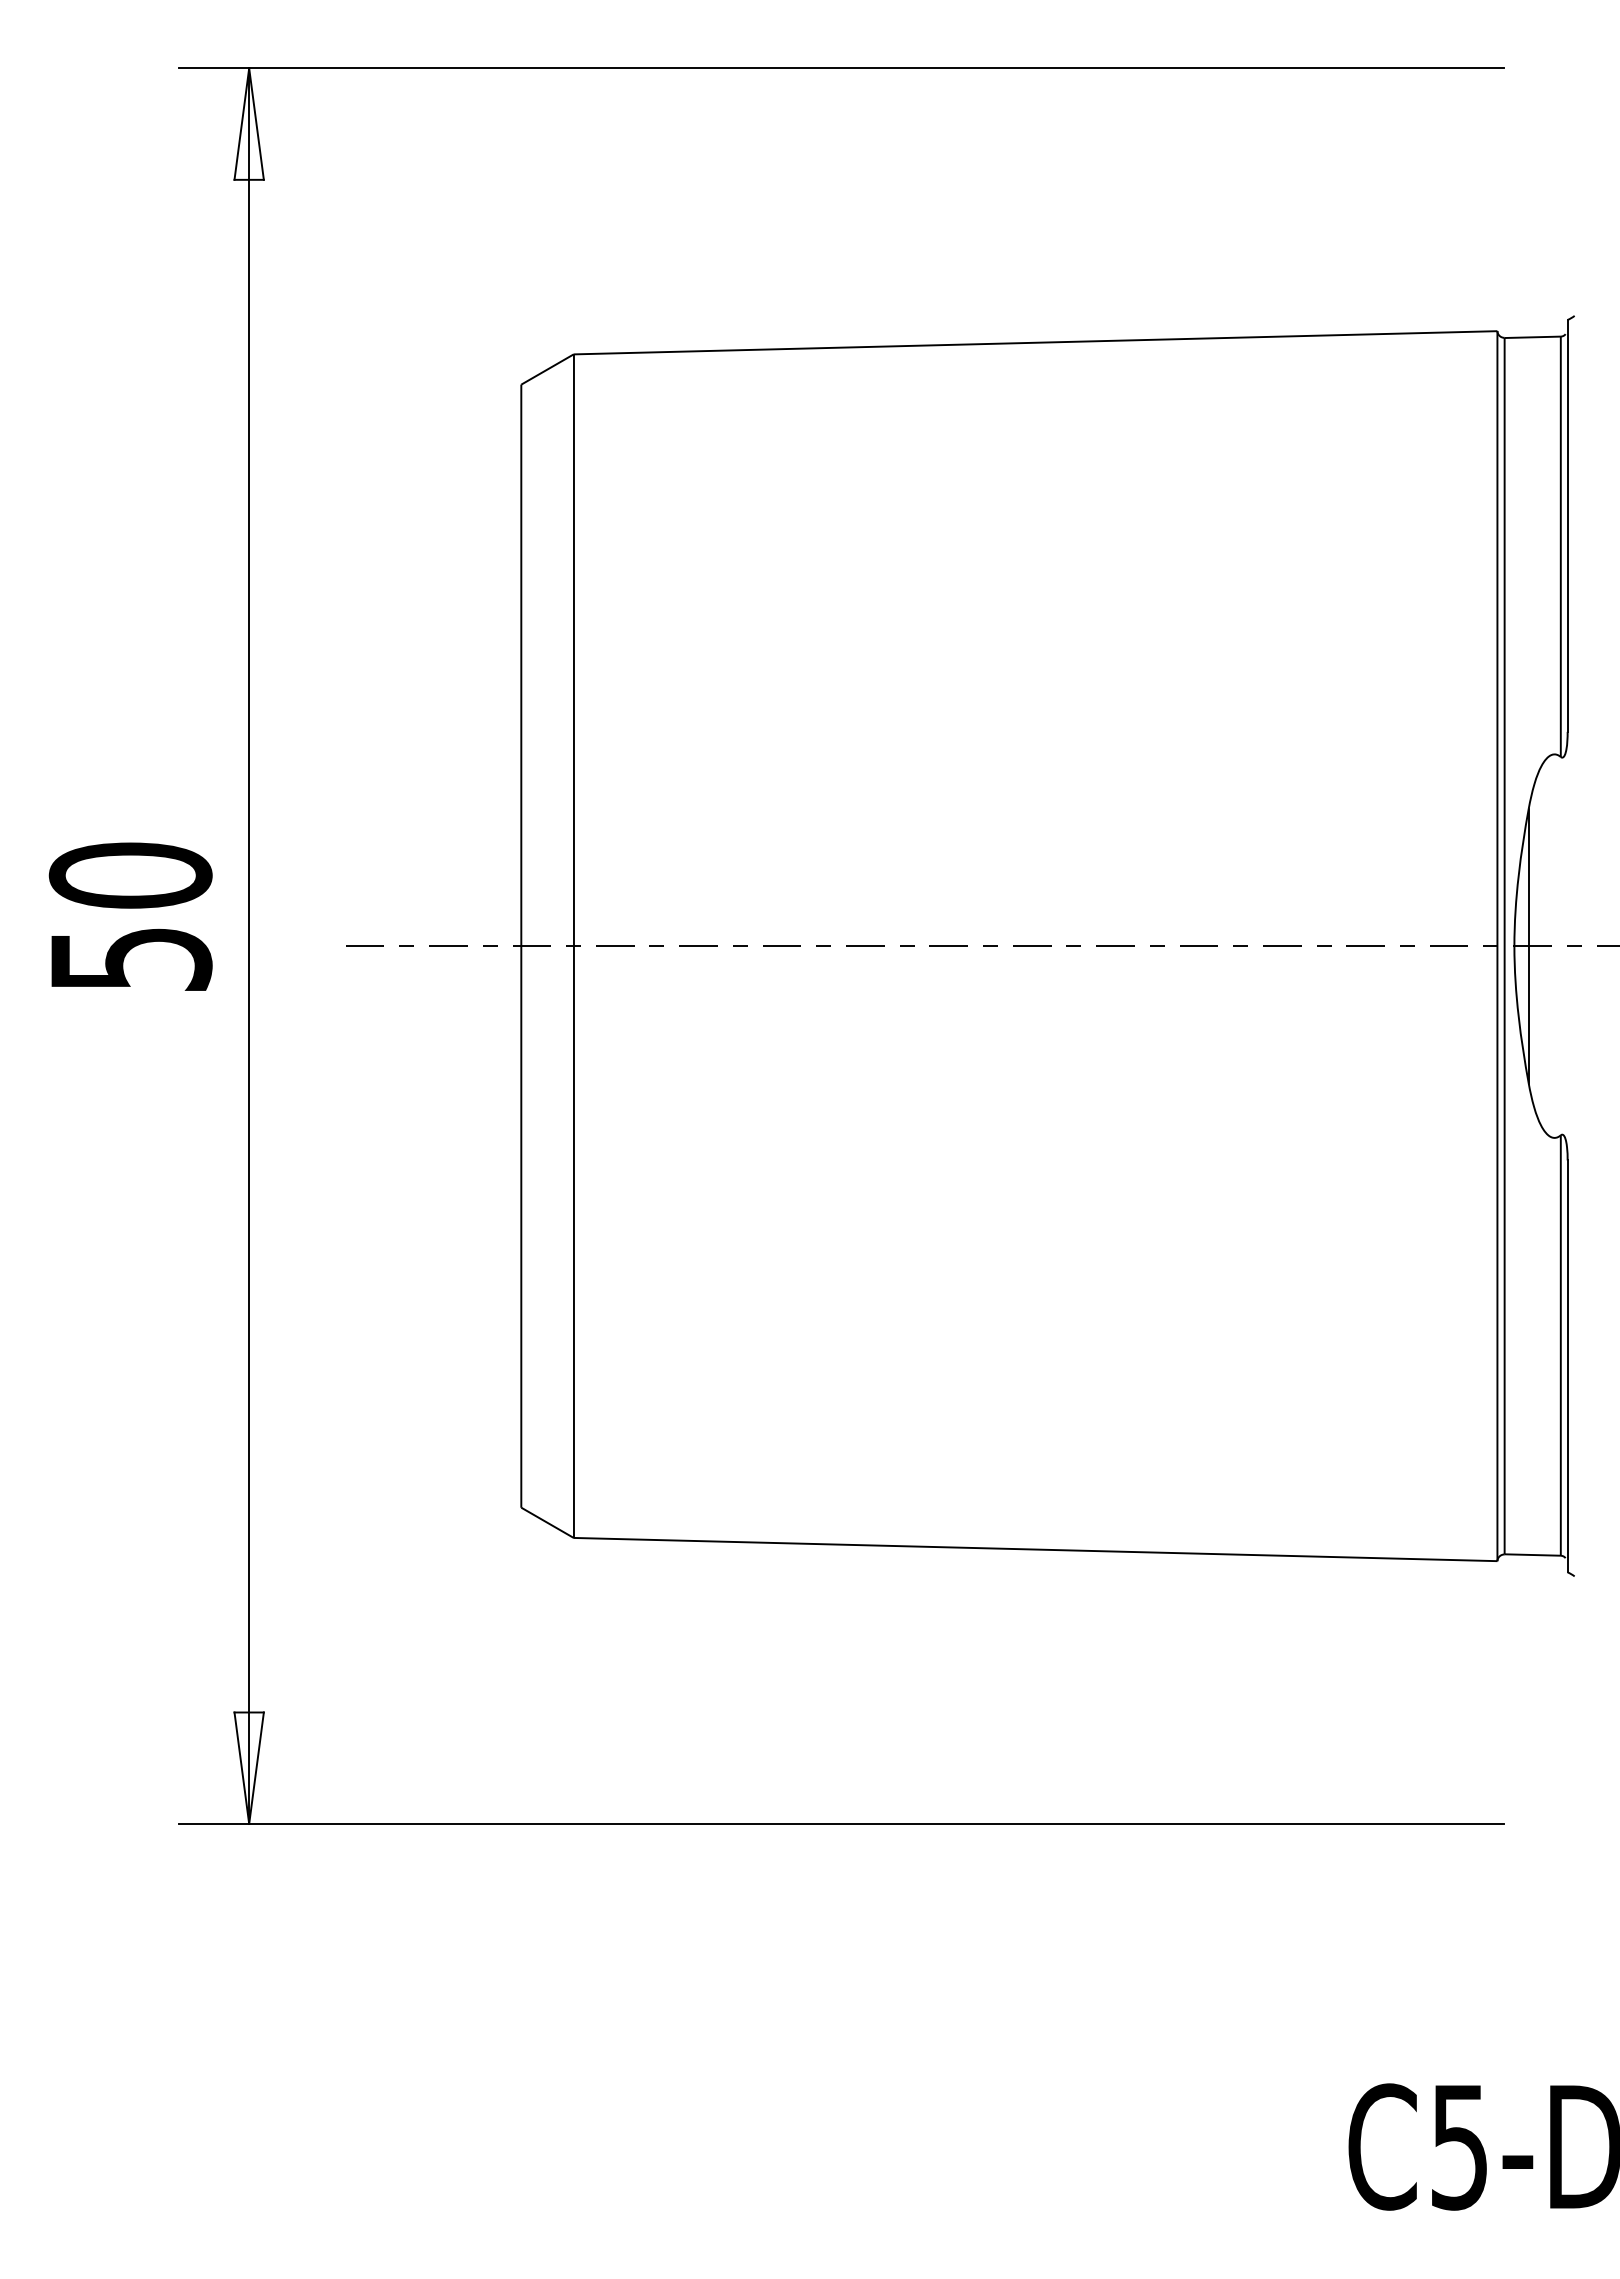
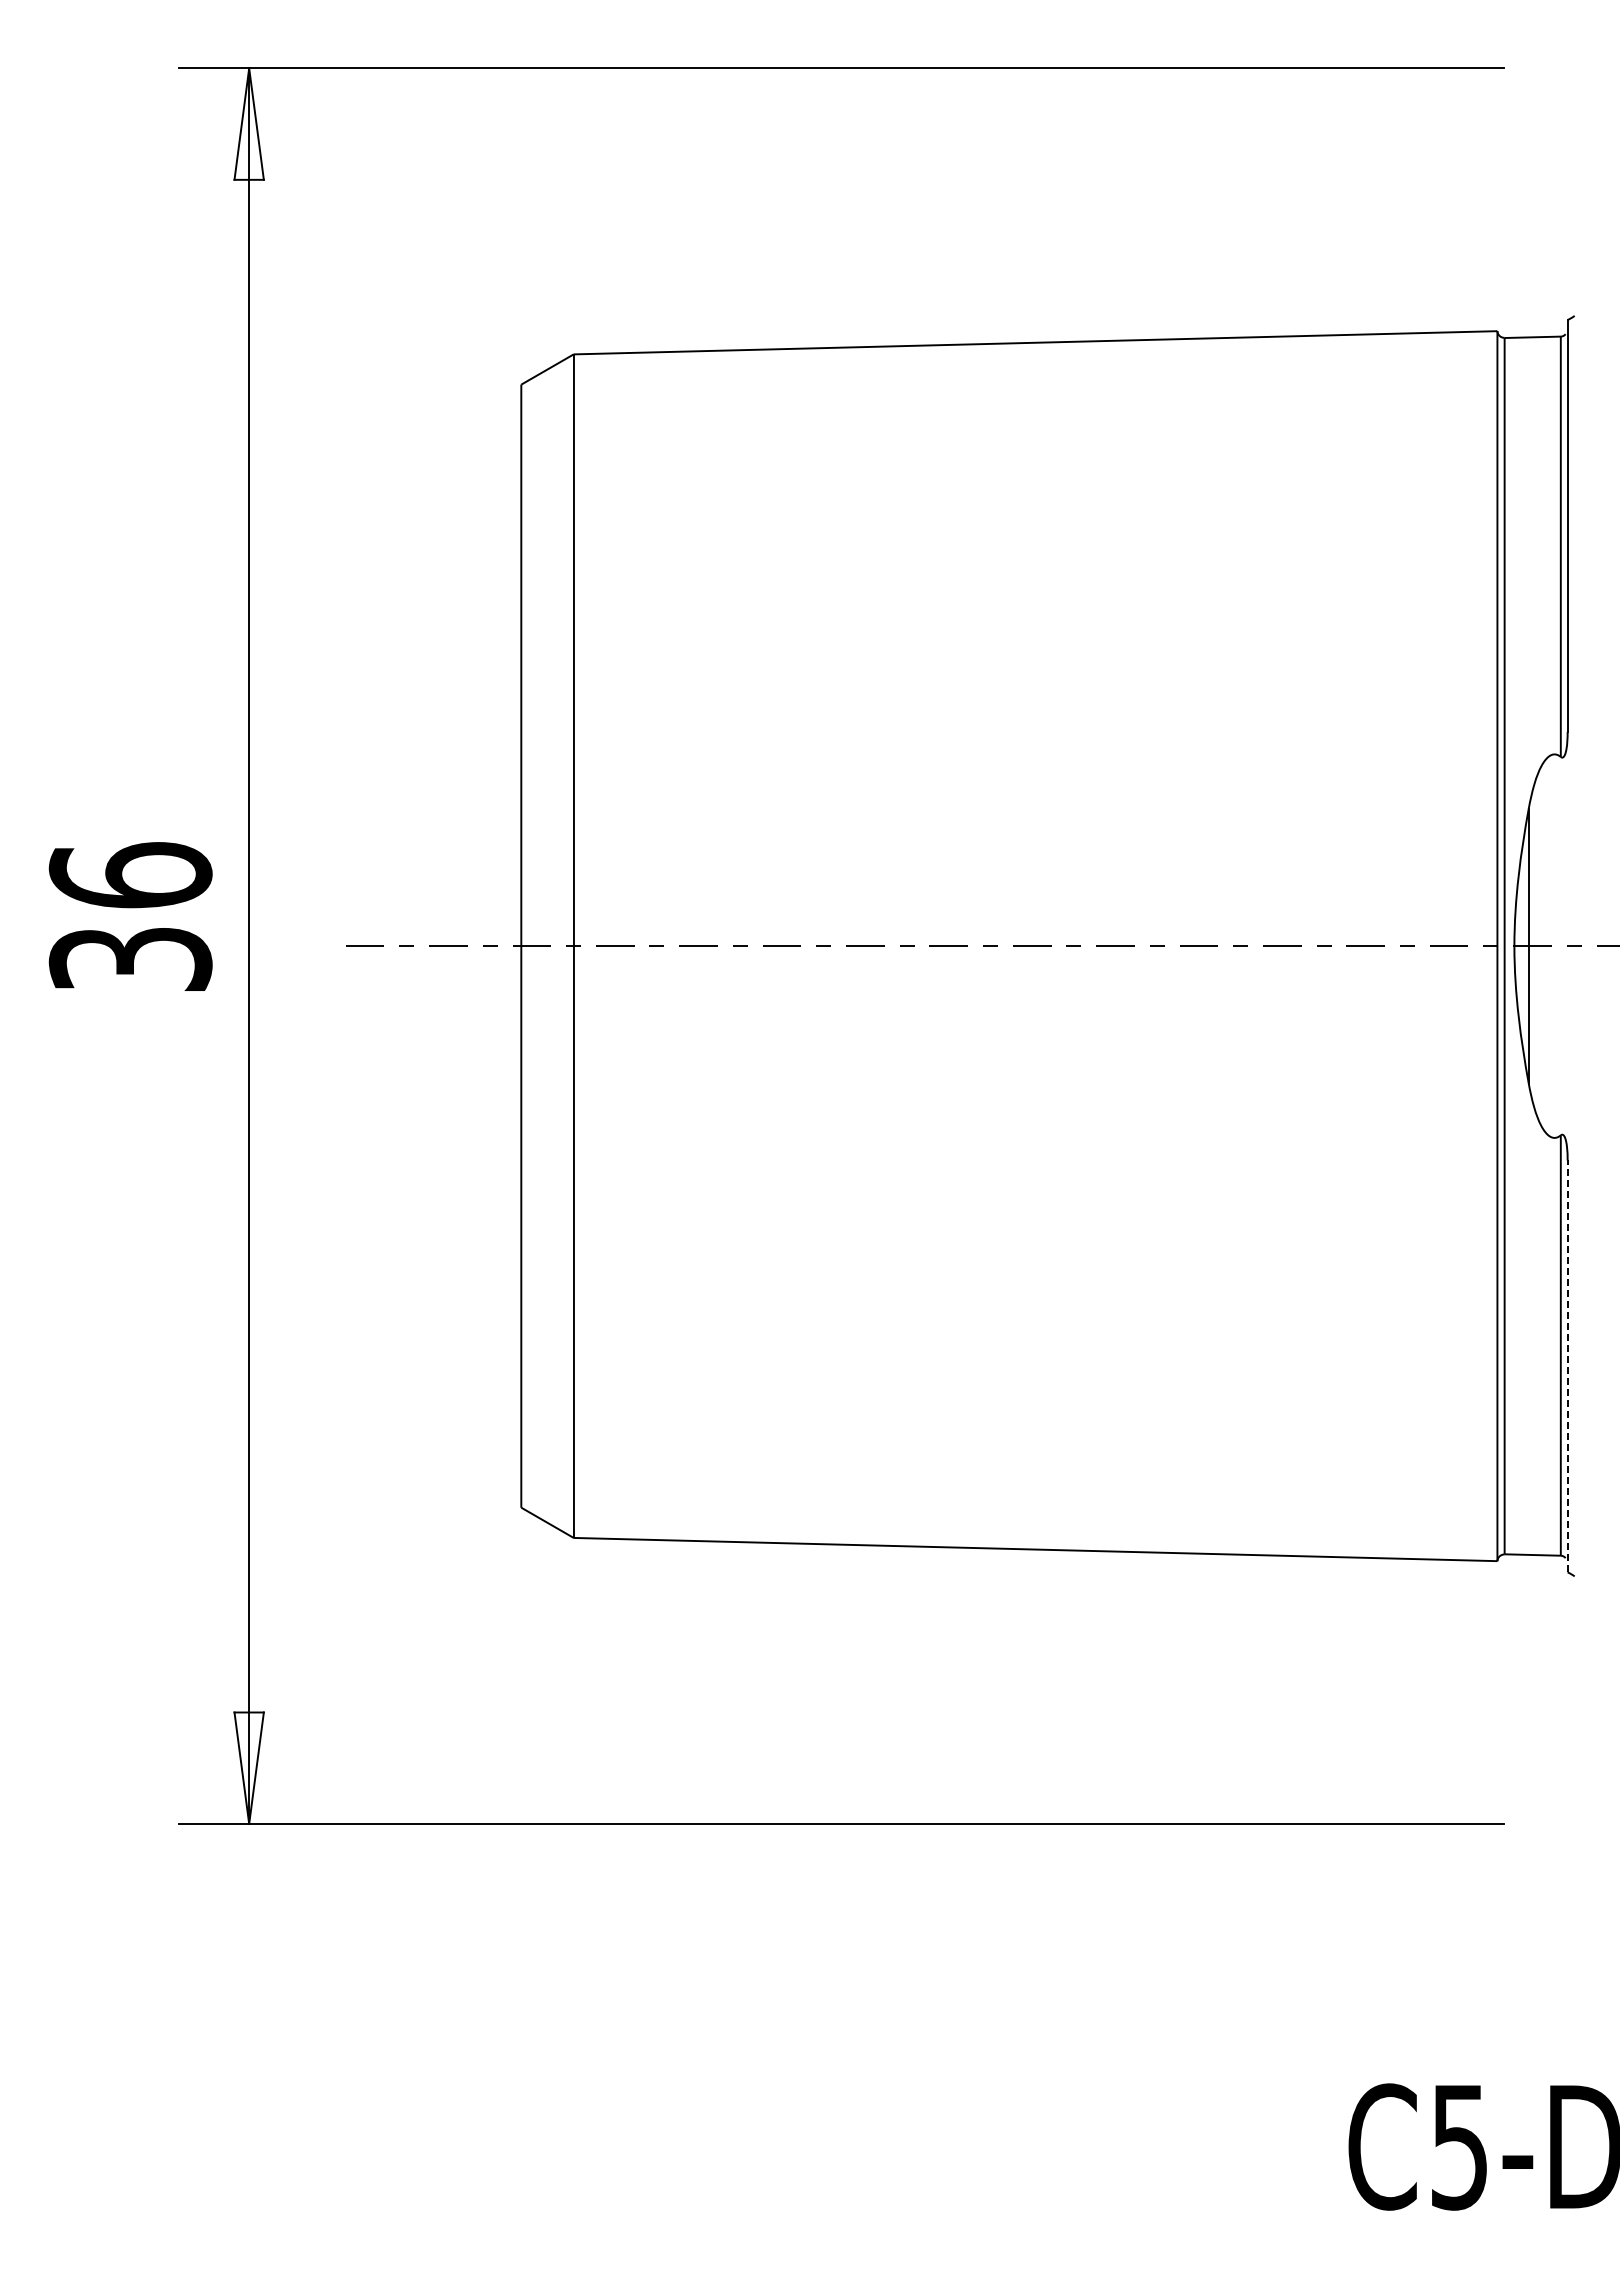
text at (130, 916): 50 -> 36
line at (1567, 1366): solid -> dashed
